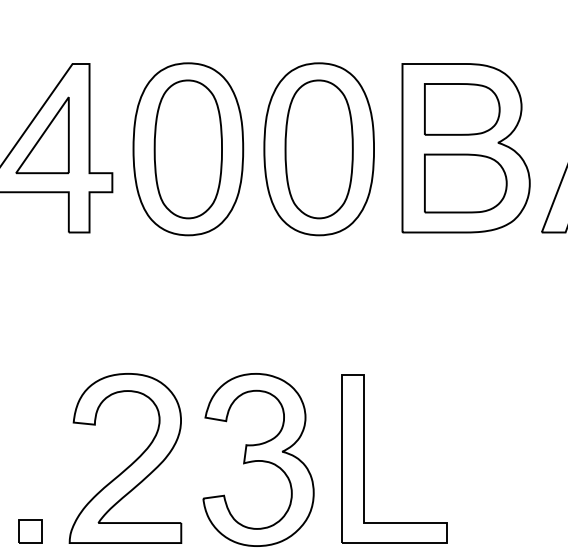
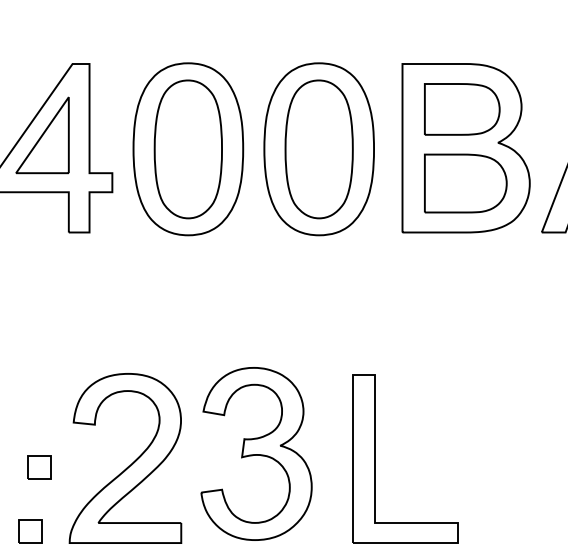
part at (364, 458) position: (364, 458) -> (375, 458)
part at (258, 459) position: (258, 459) -> (256, 453)
part at (39, 467): none -> present
